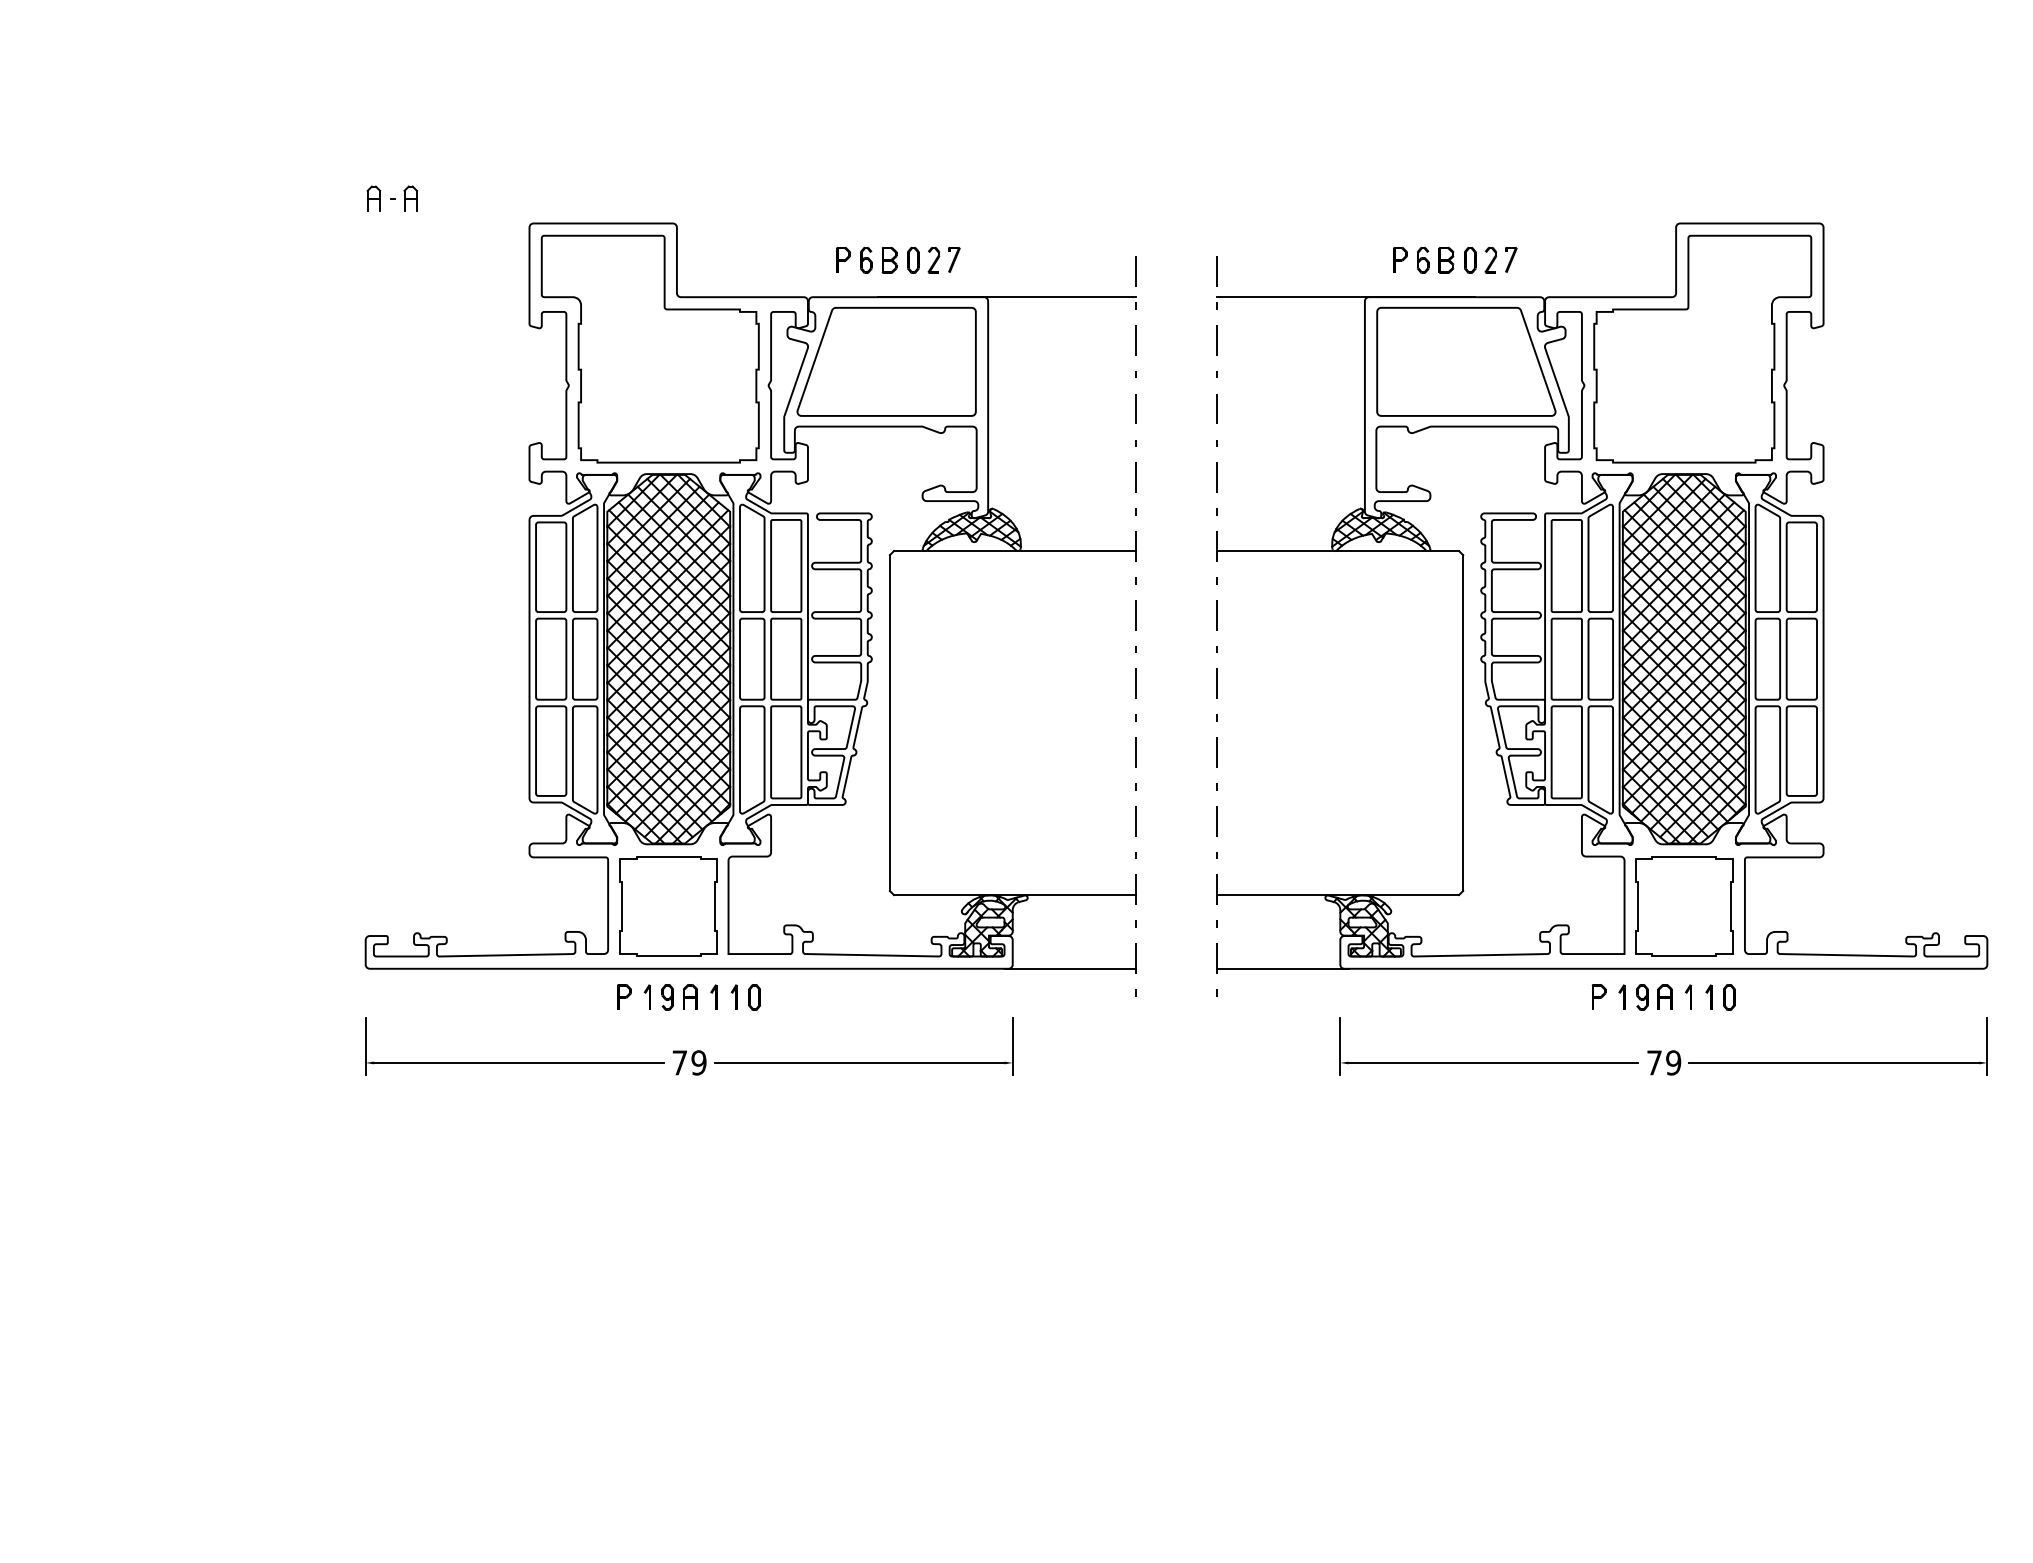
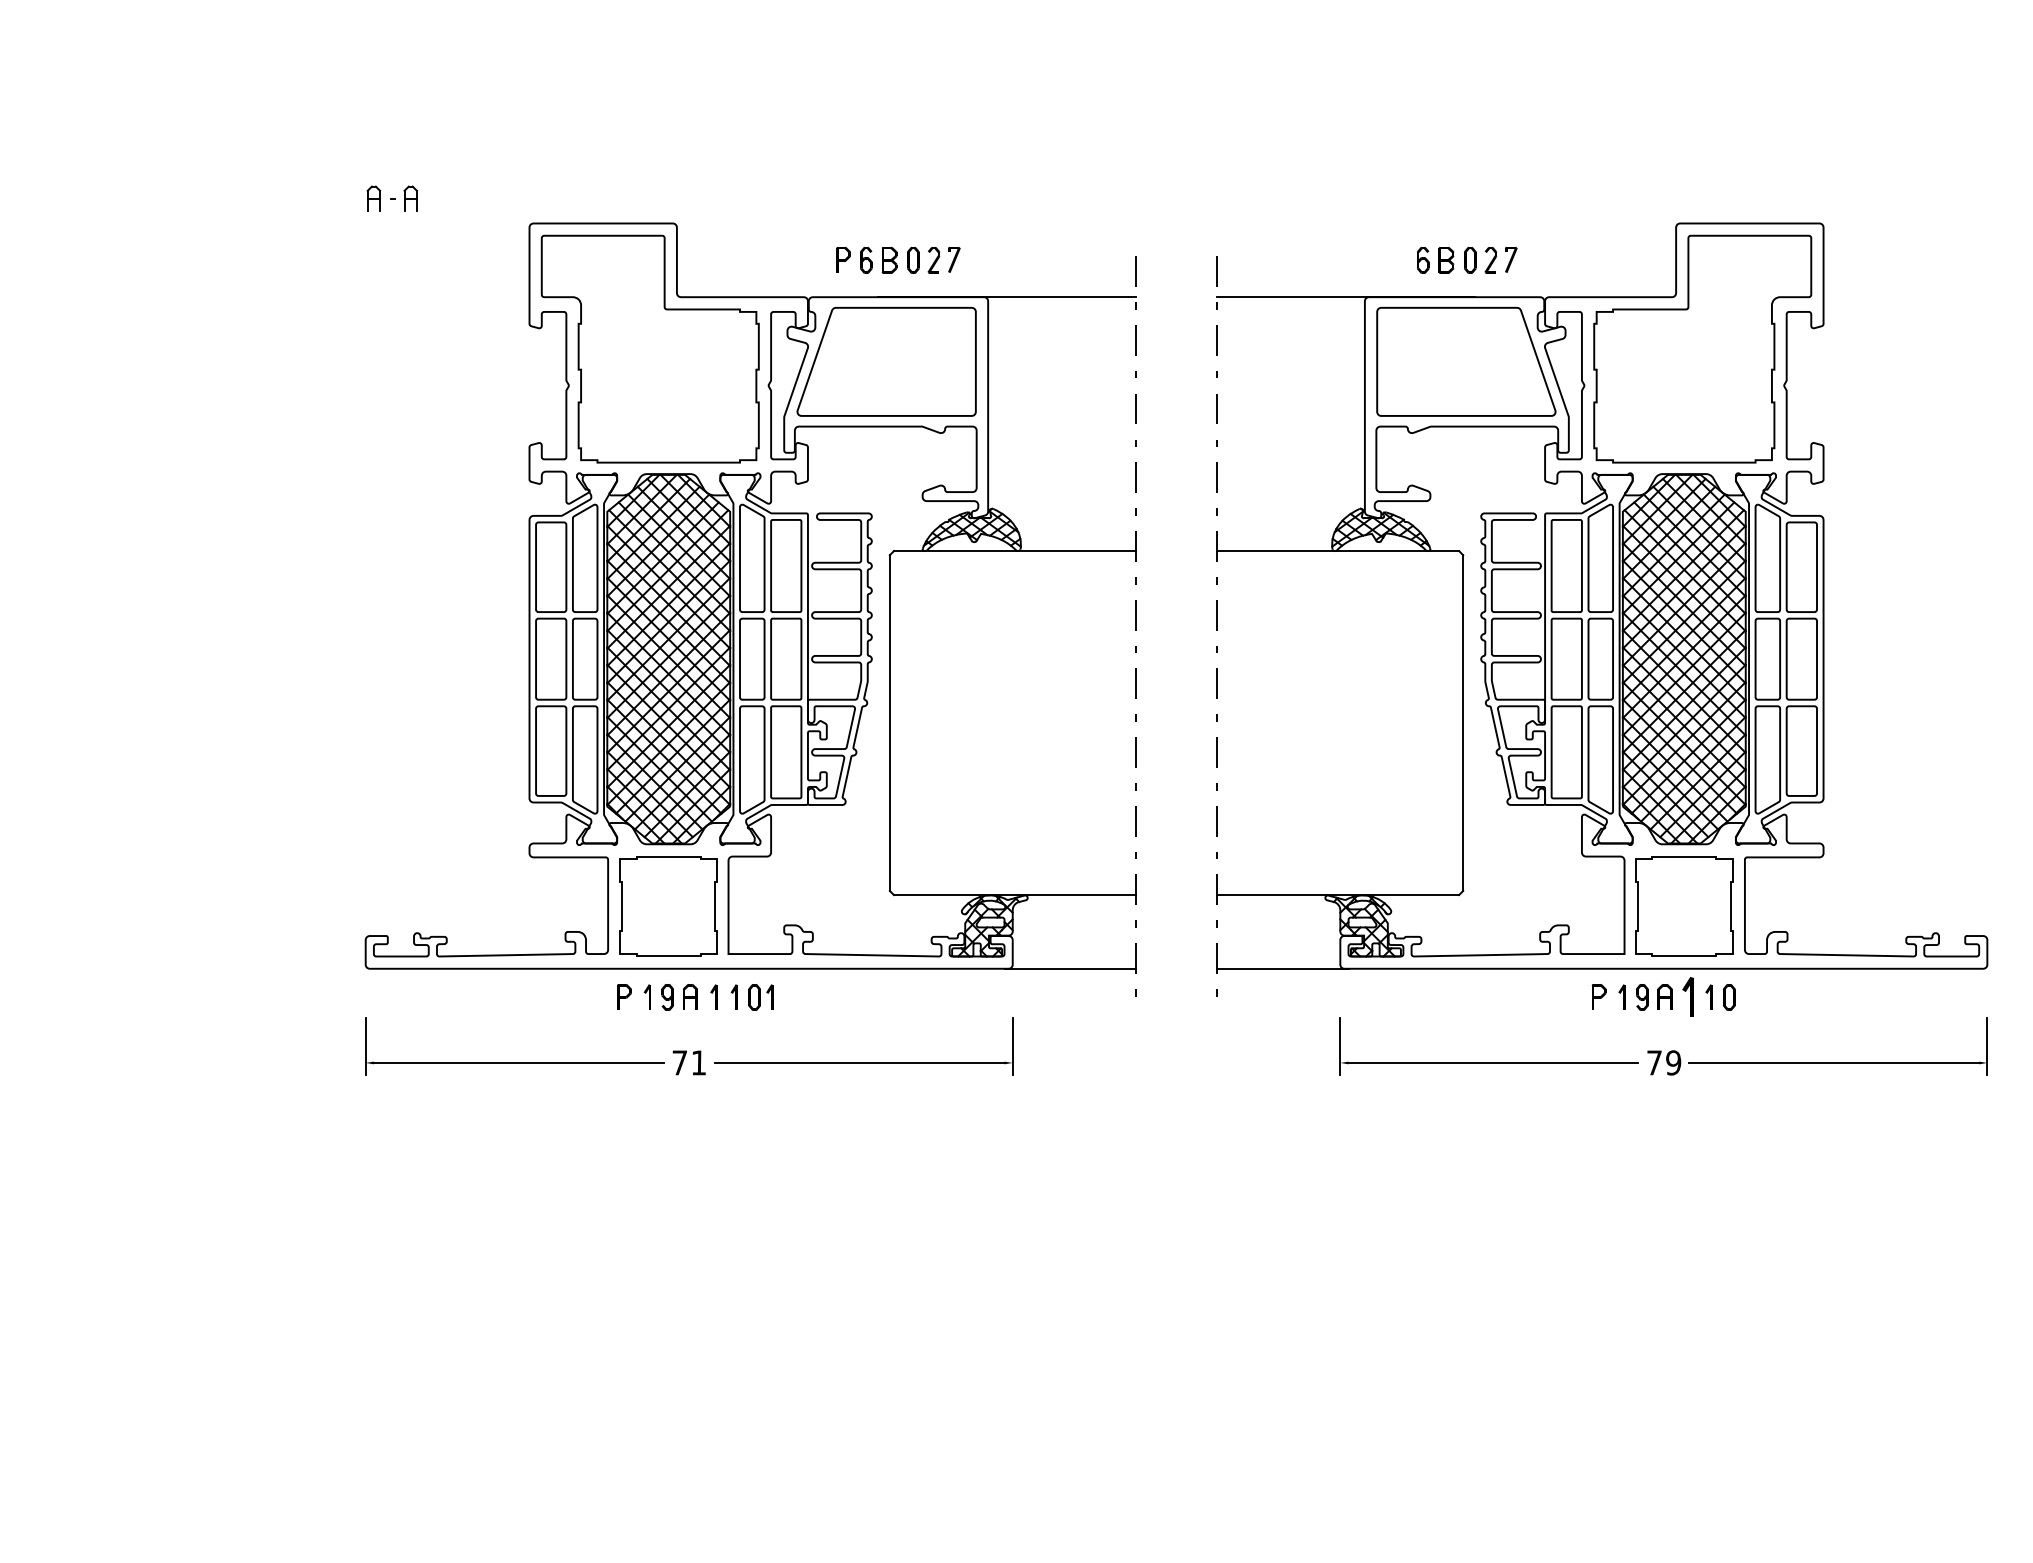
part at (1400, 259): present -> none
part at (769, 996): none -> present
part at (1688, 996) size: 8x26 px -> 13x40 px
text at (698, 1062): 79 -> 71
